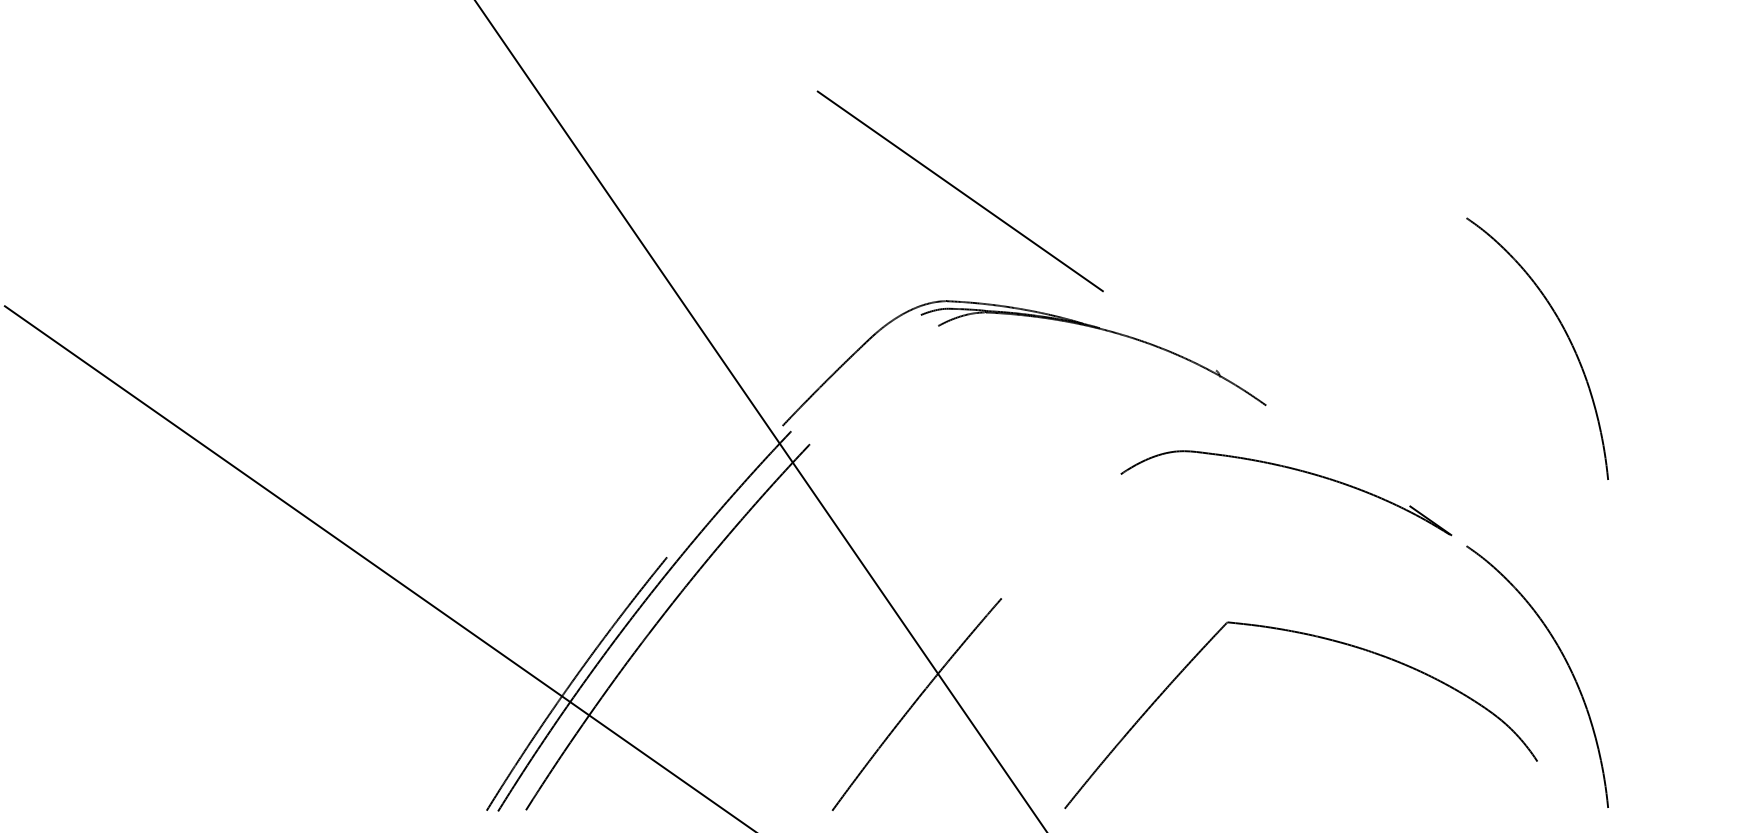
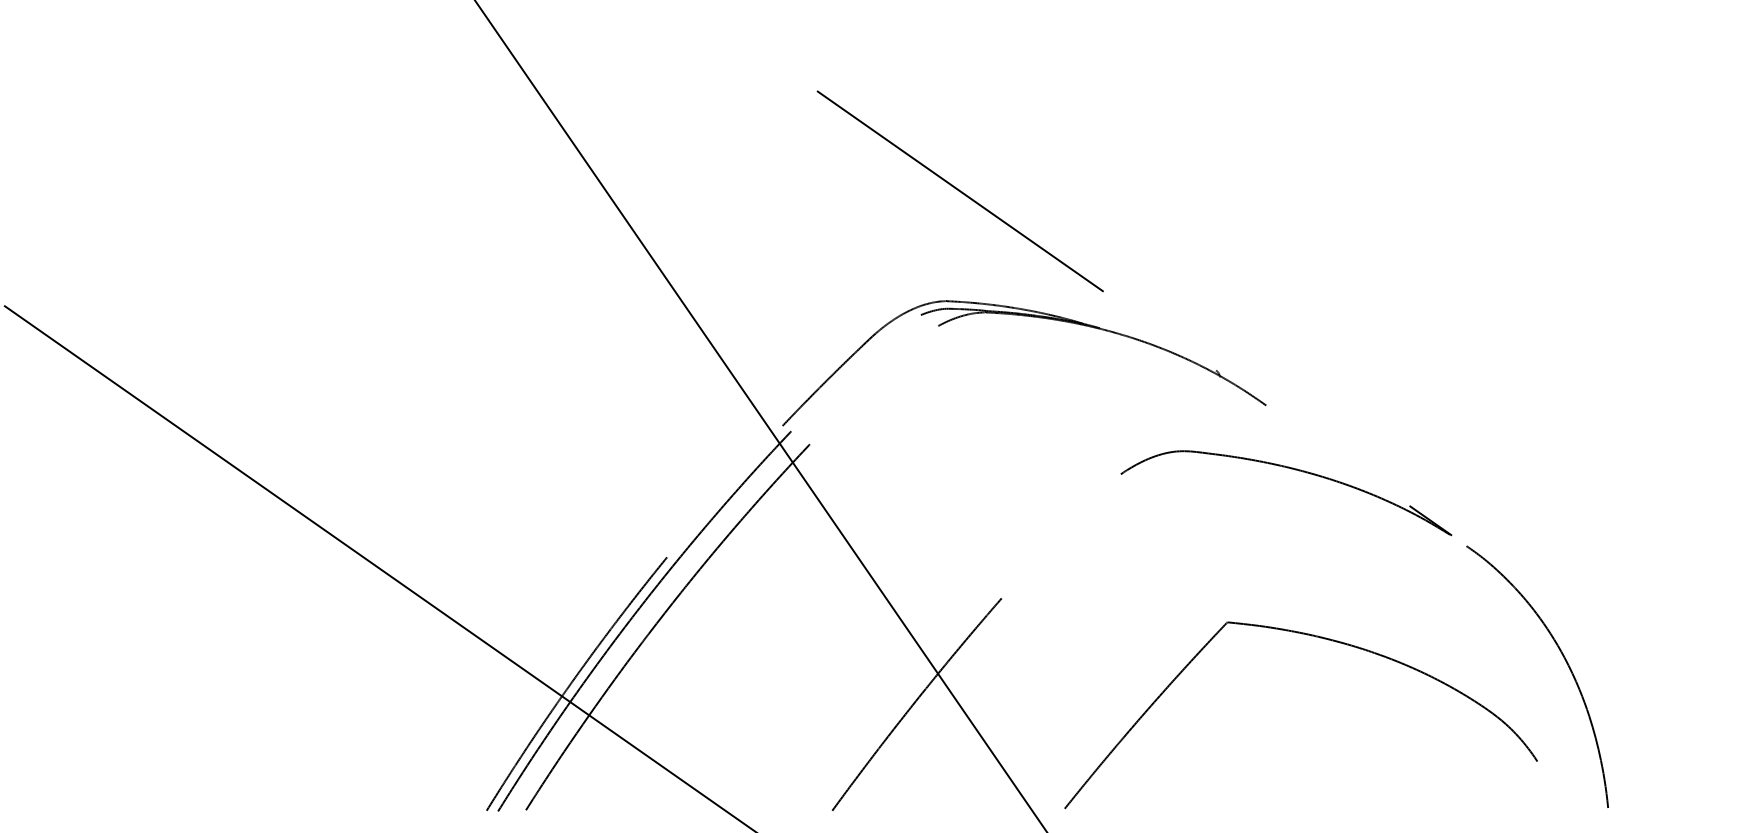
curve at (1565, 333): present -> none
